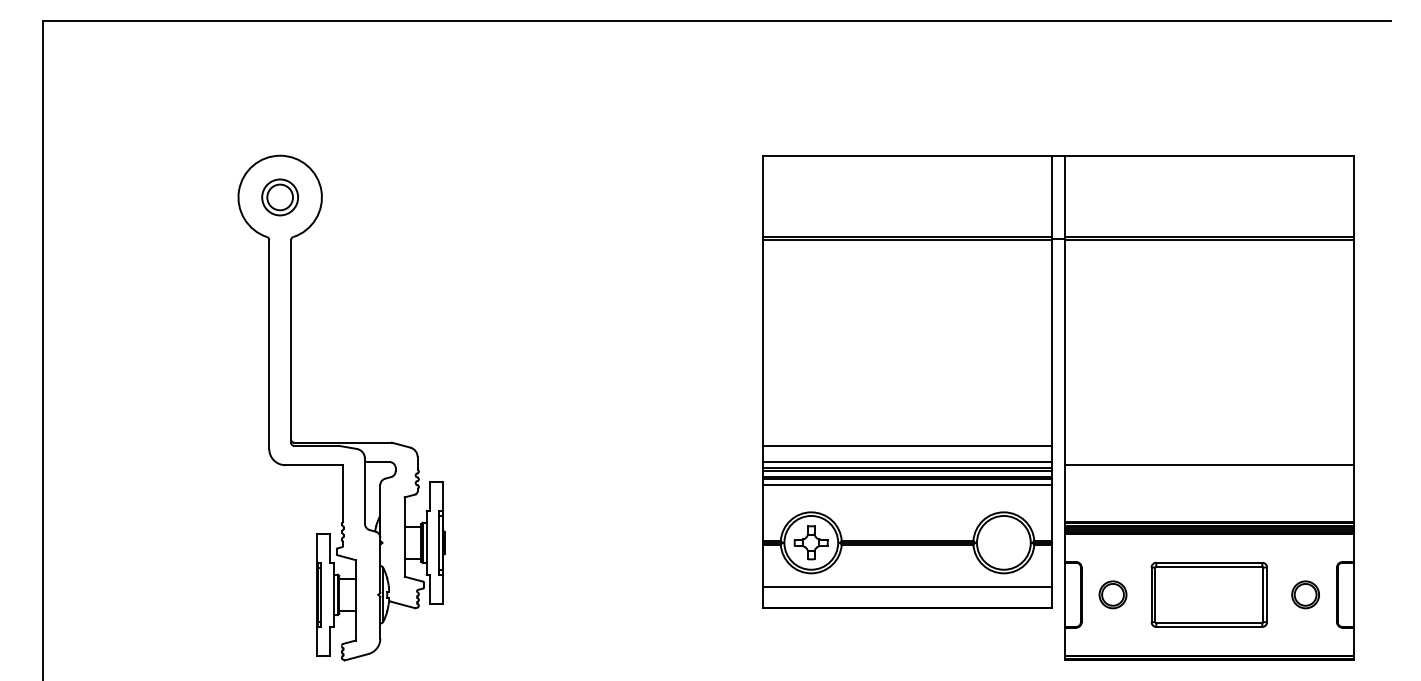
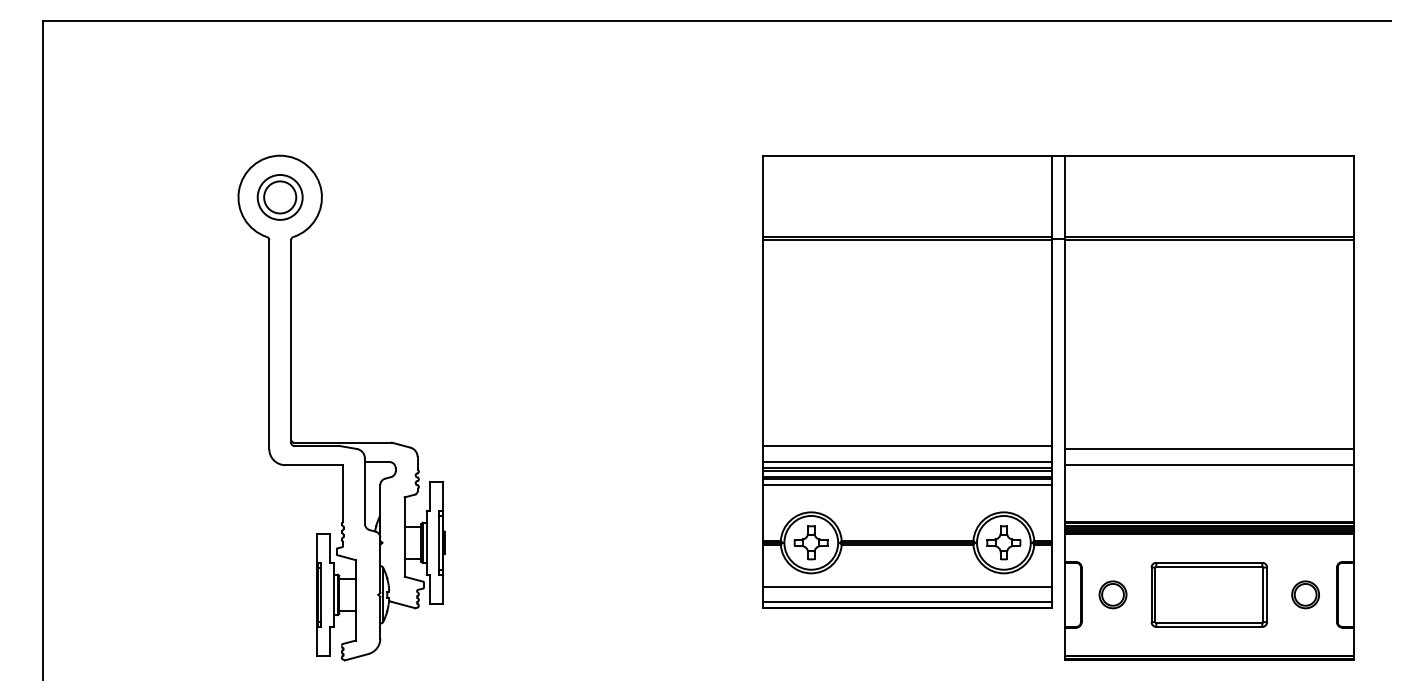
part at (279, 197) size: 38x39 px -> 48x47 px
line at (1208, 449): none -> present
part at (1003, 542): none -> present
line at (907, 602): none -> present
